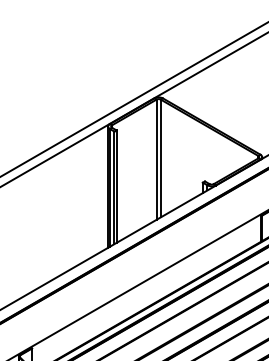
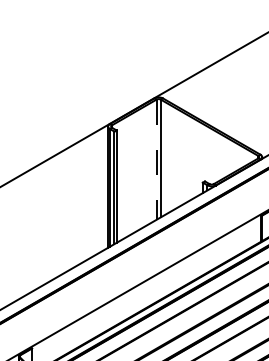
line at (133, 99): present -> none
line at (156, 160): solid -> dashed
